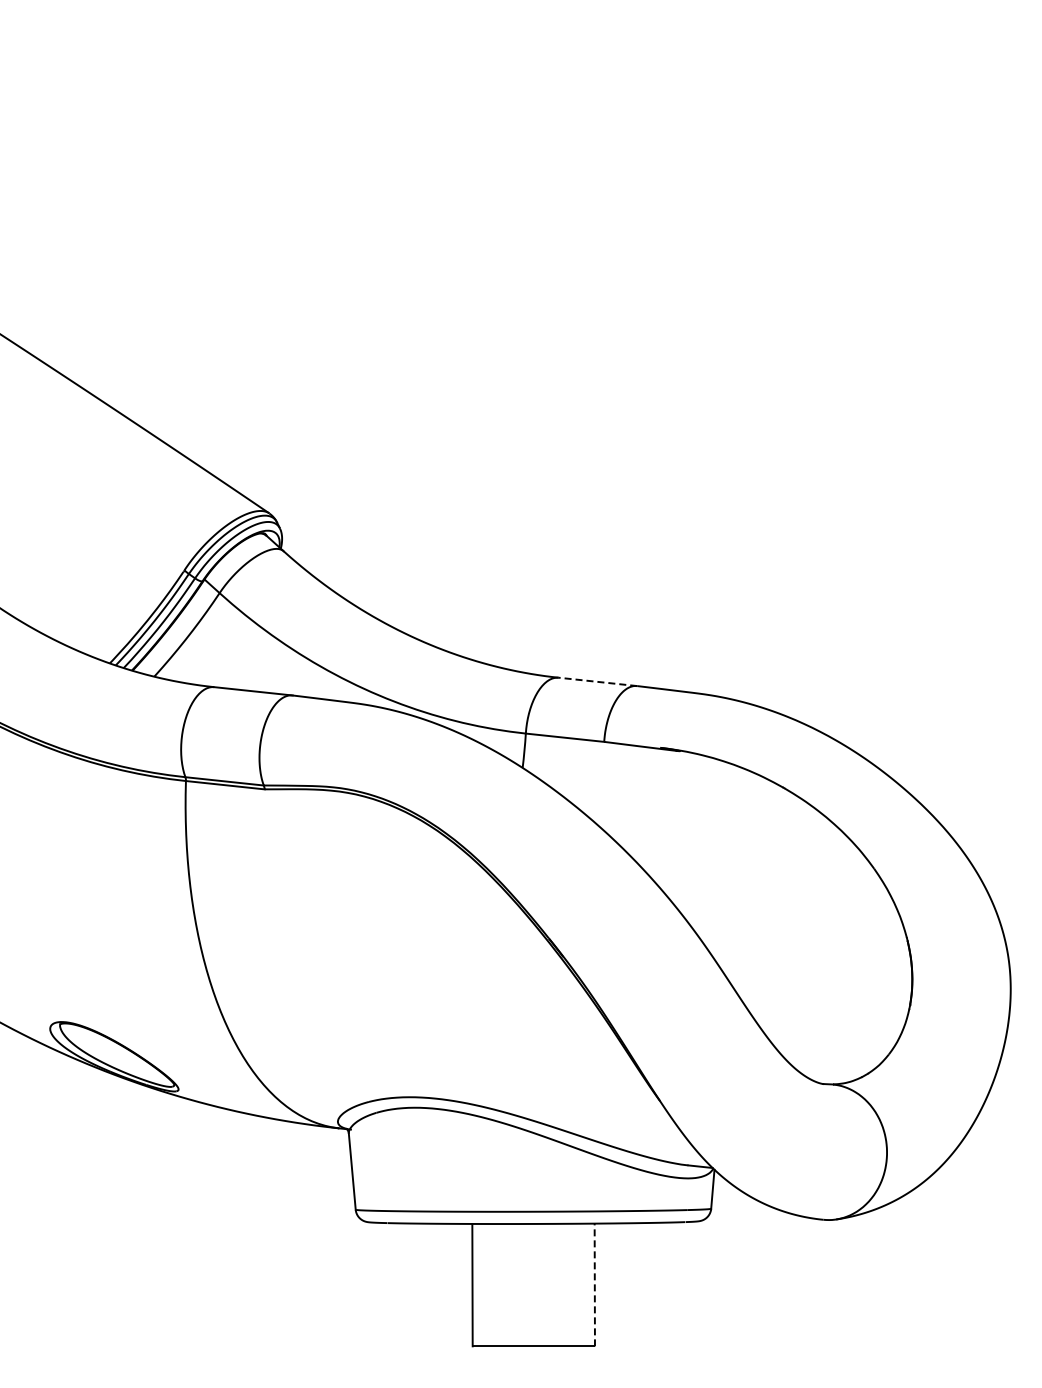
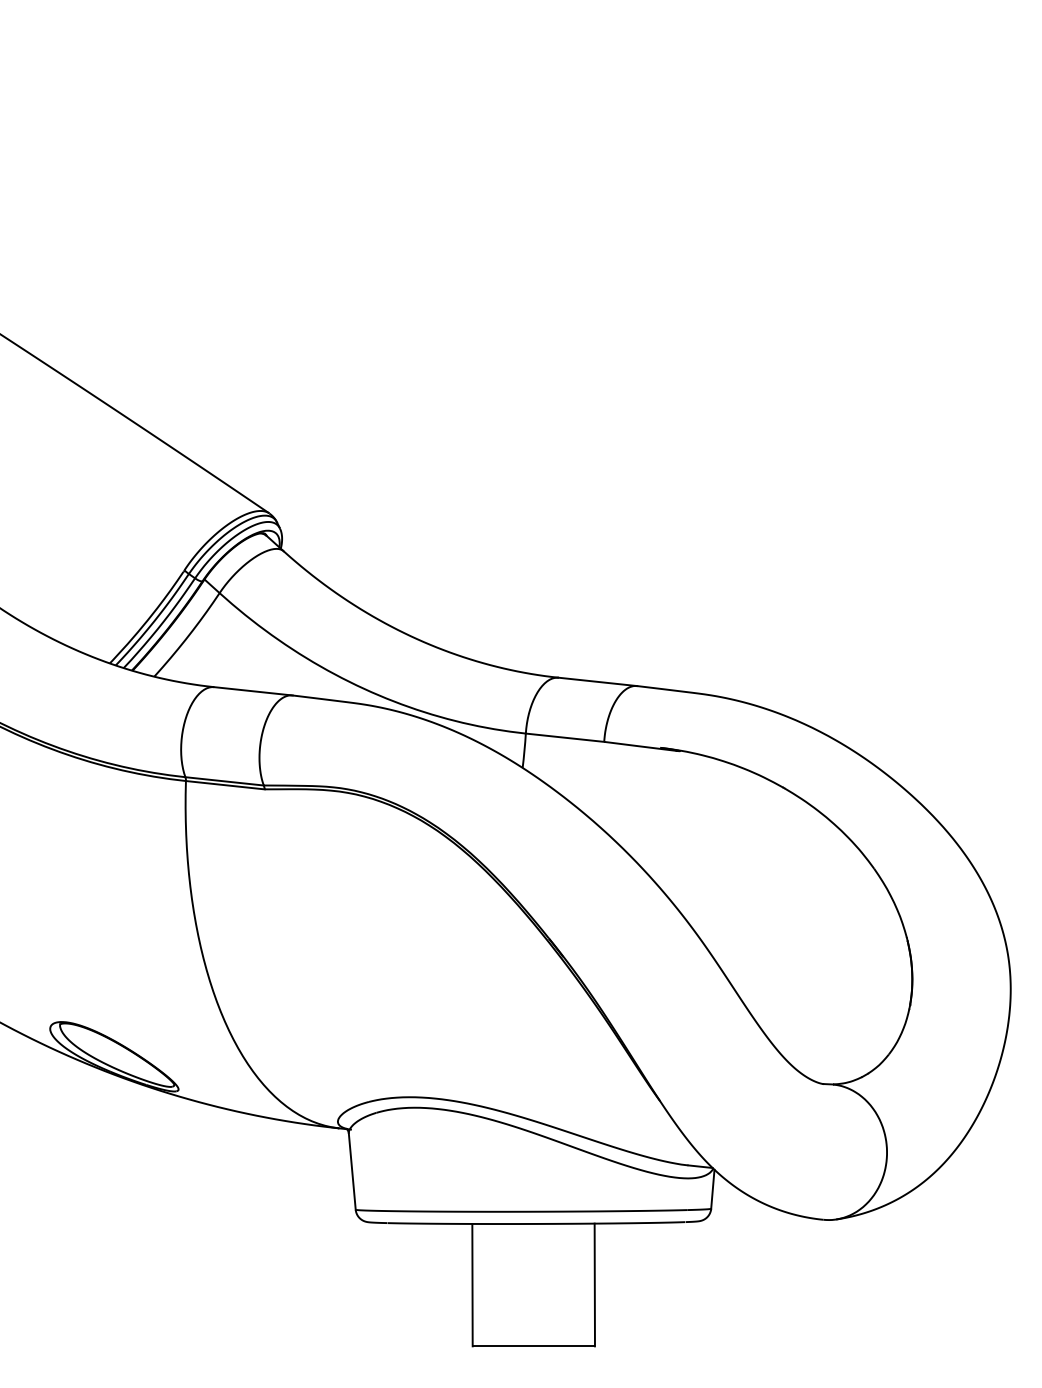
line at (597, 681): dashed -> solid
line at (594, 1284): dashed -> solid
